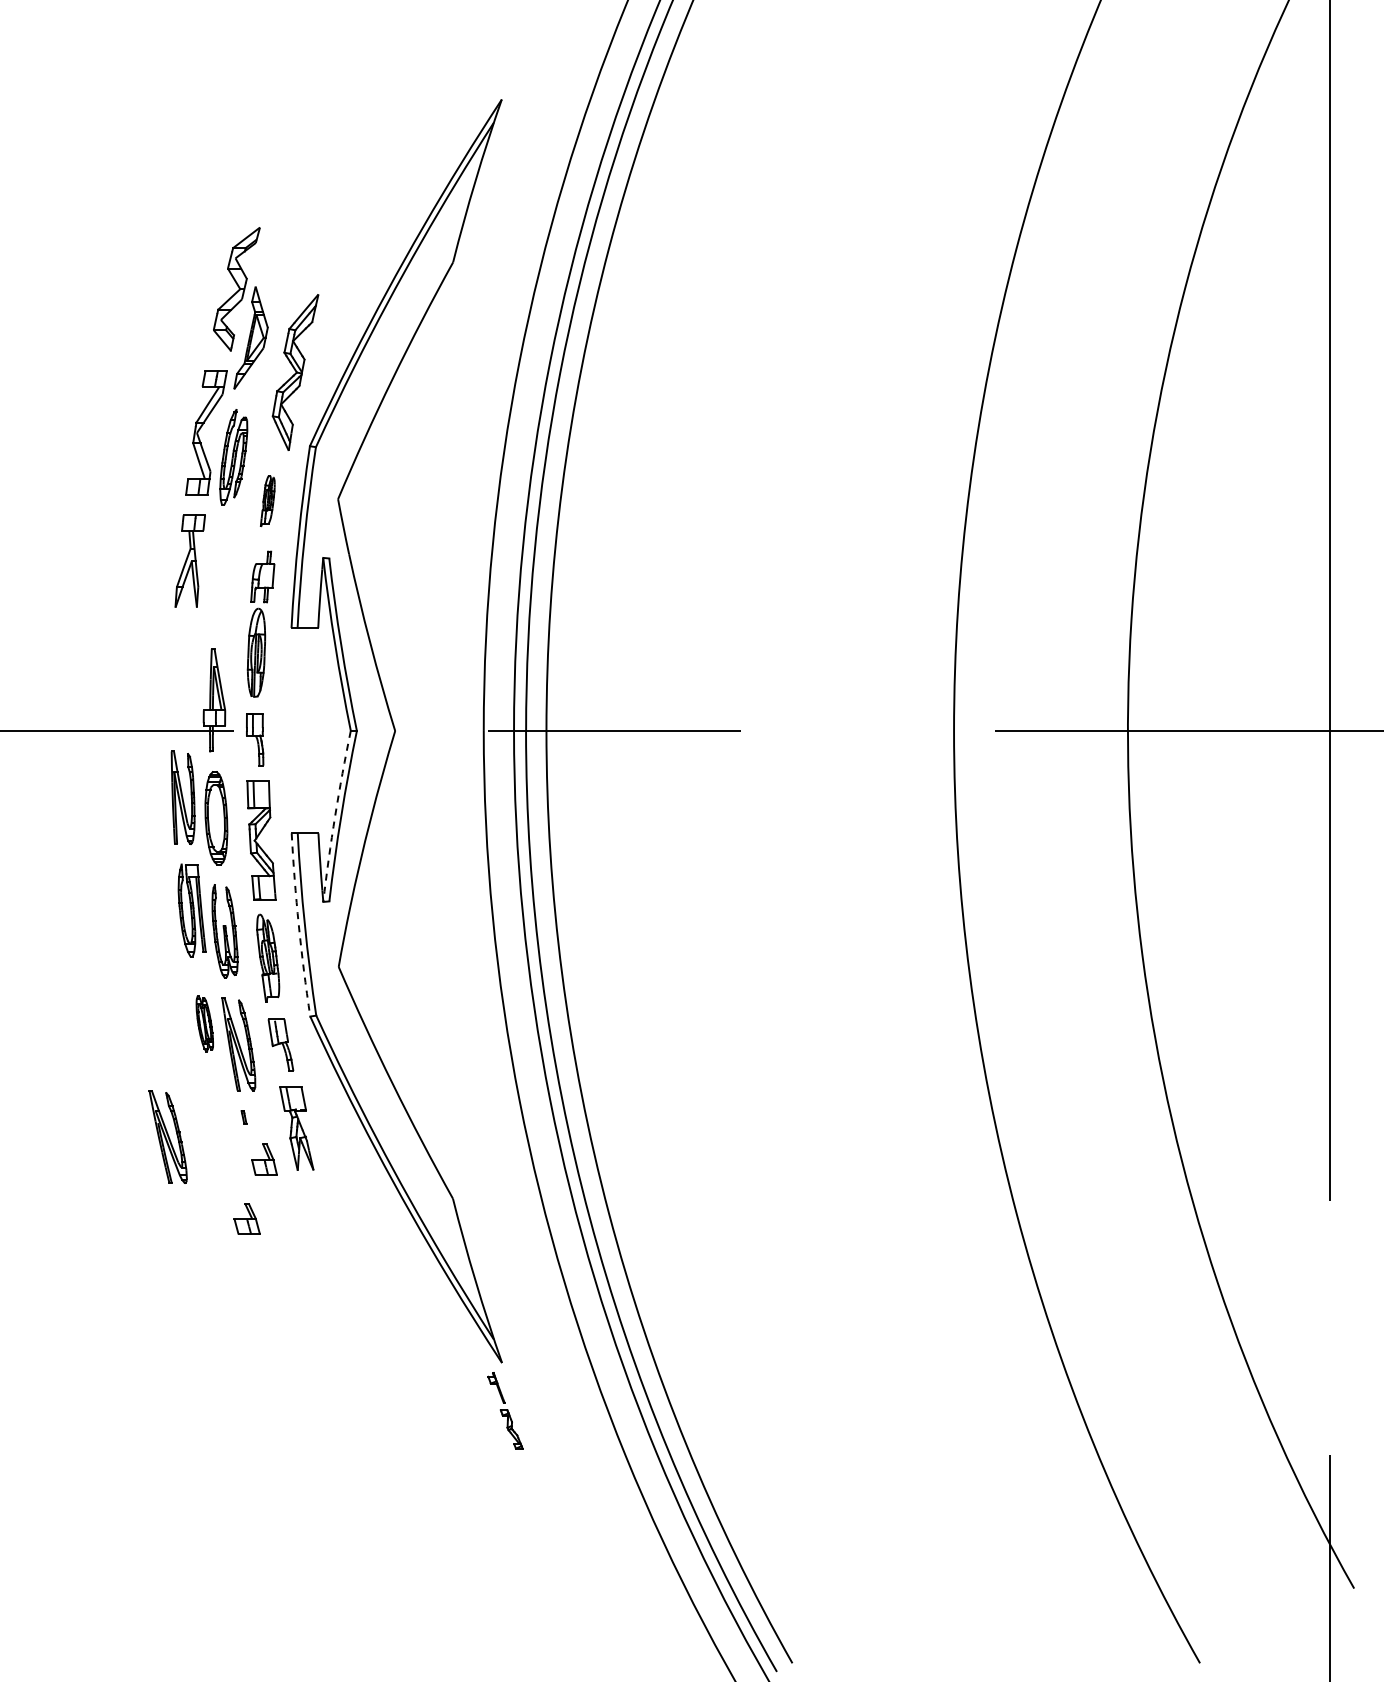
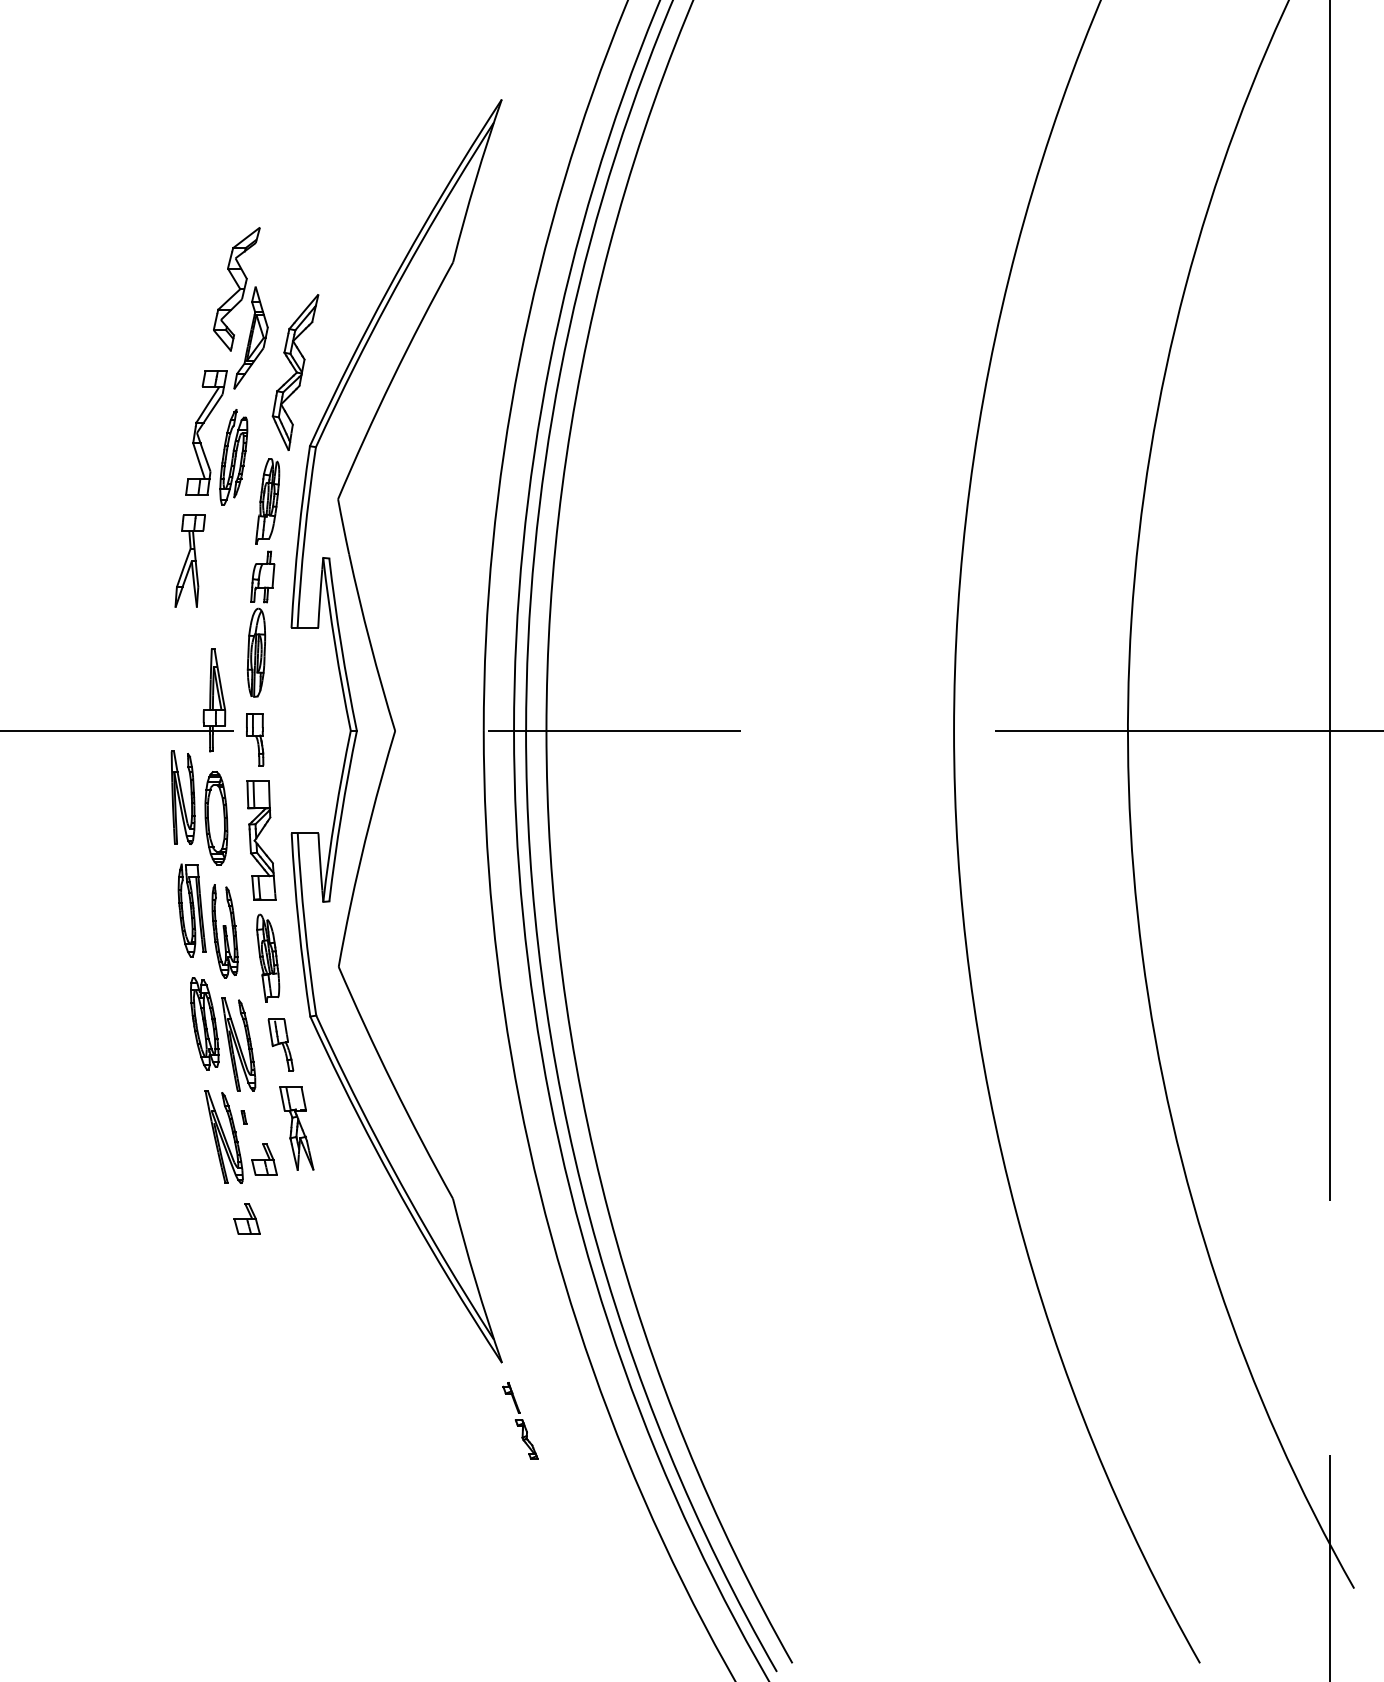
part at (267, 501) size: 16x53 px -> 26x87 px
arc at (335, 816): dashed -> solid
arc at (298, 925): dashed -> solid
part at (204, 1023) size: 19x58 px -> 30x94 px
part at (167, 1136) position: (167, 1136) -> (223, 1136)
part at (505, 1410) position: (505, 1410) -> (520, 1420)
